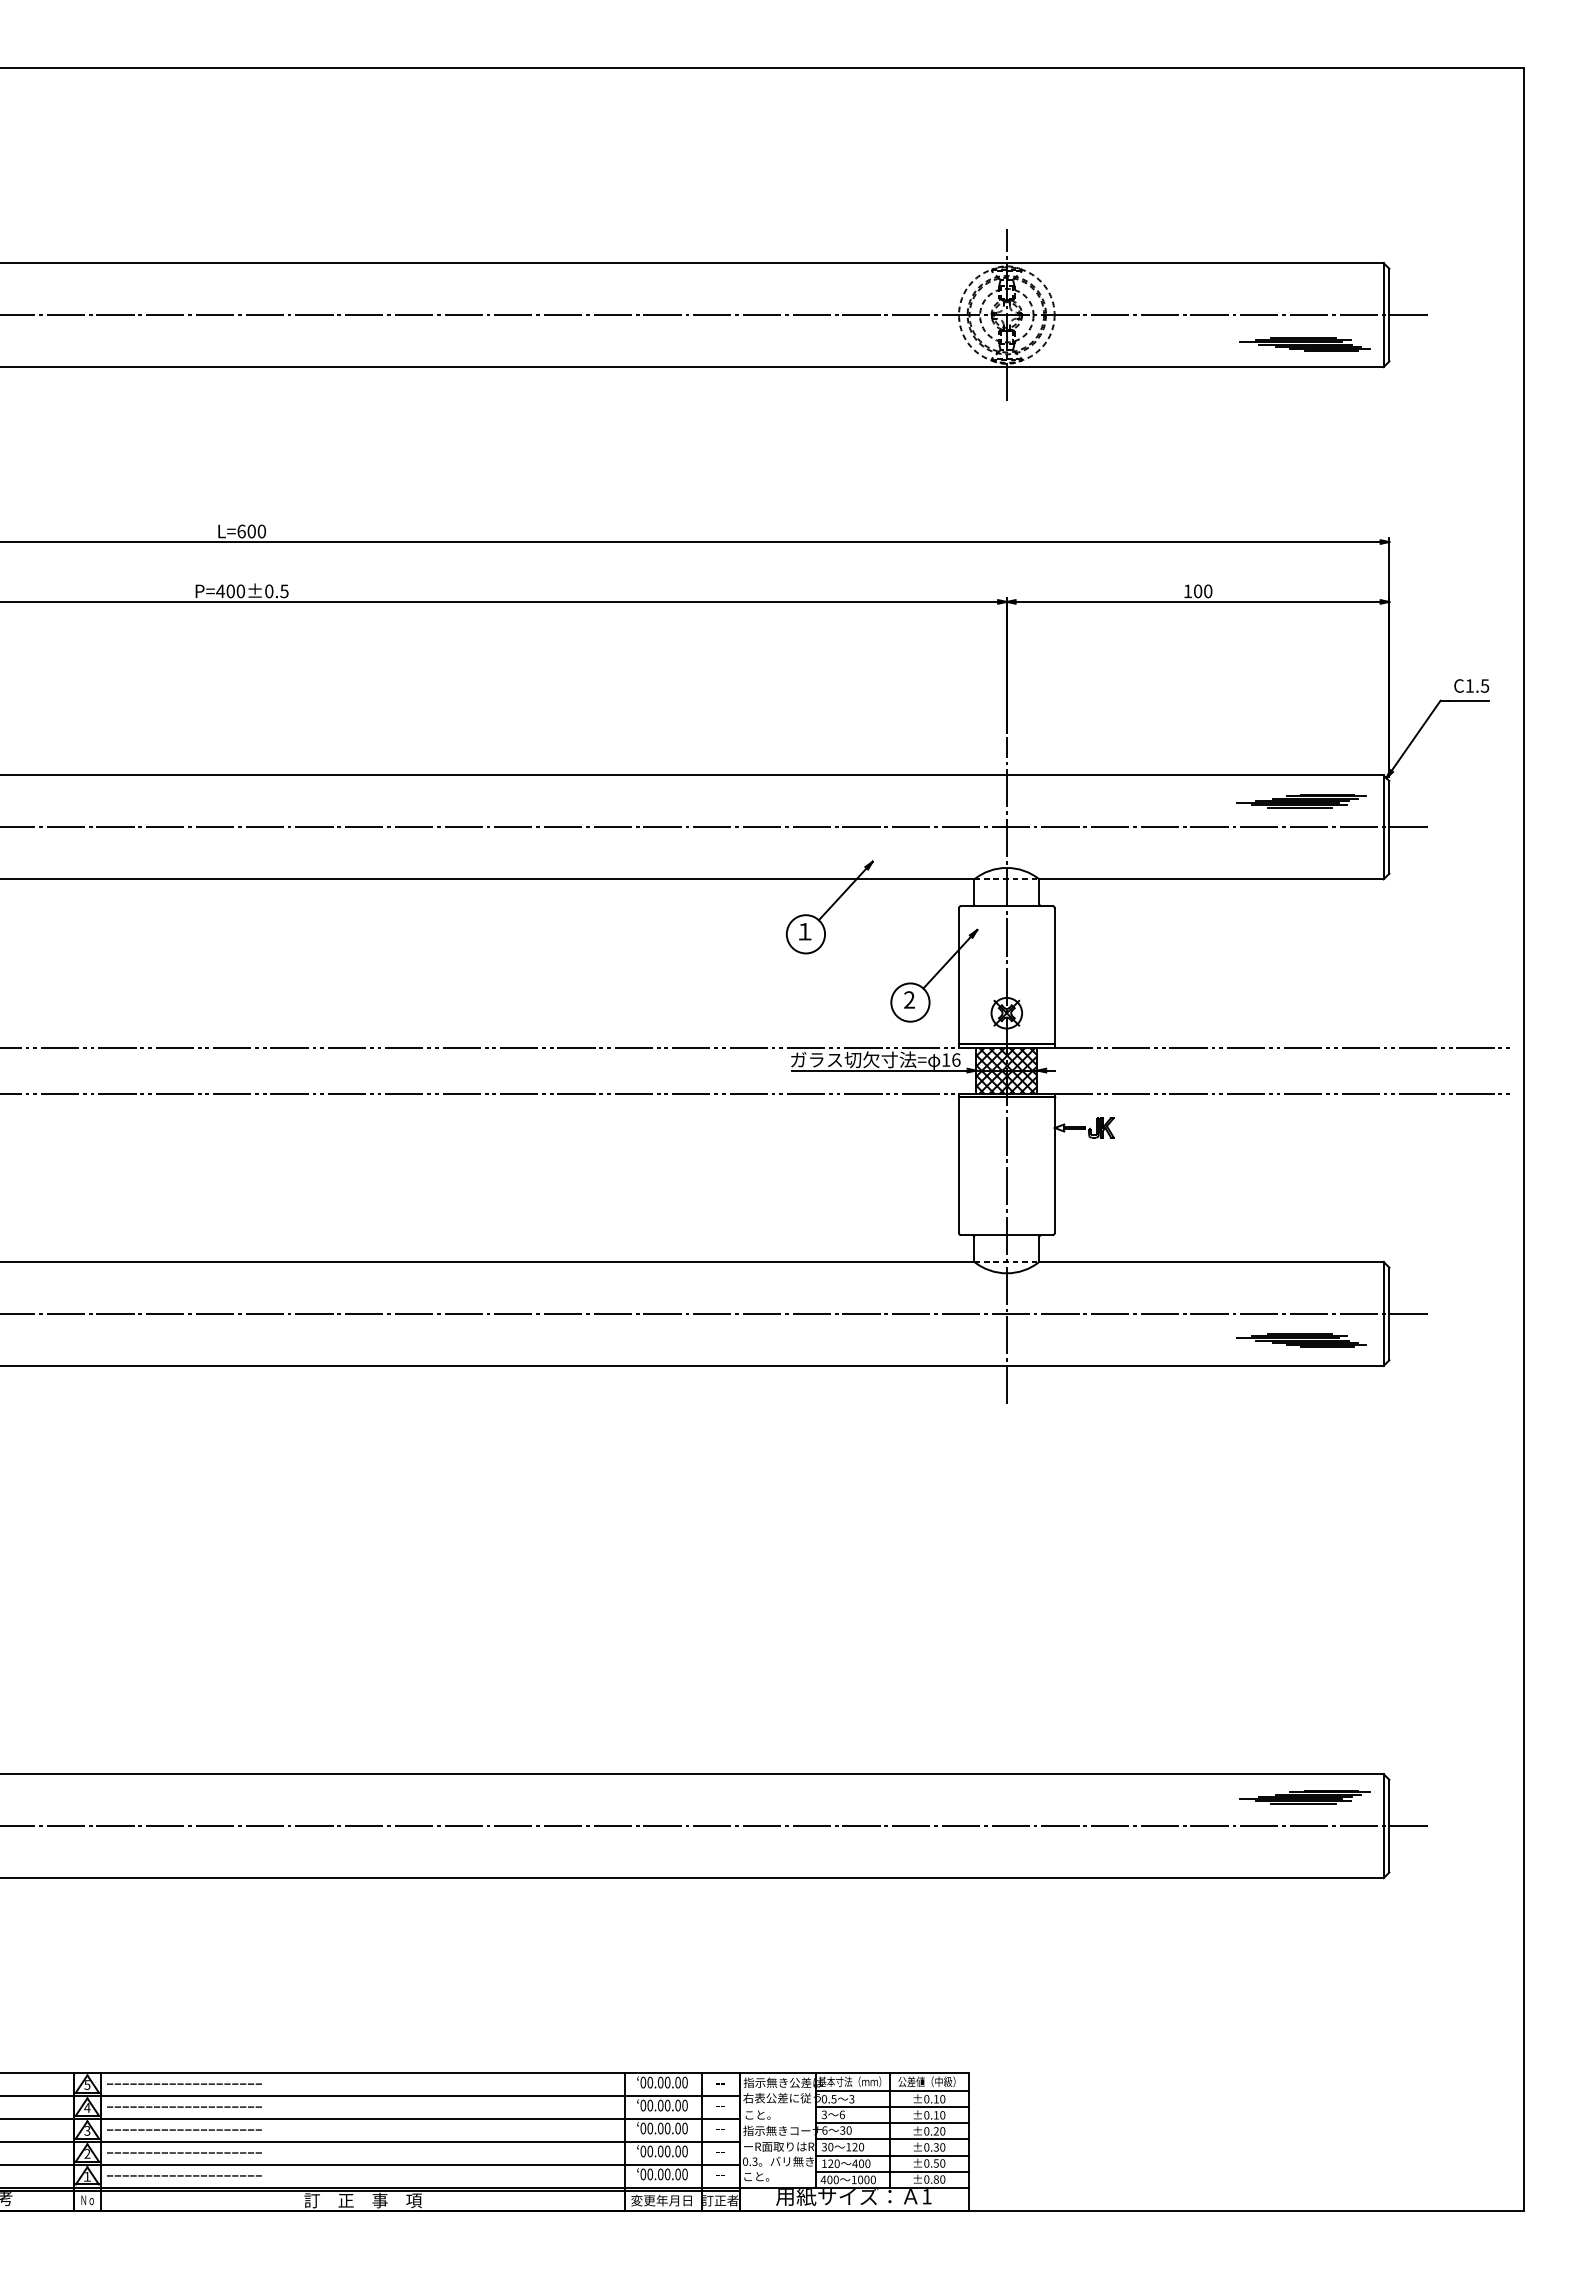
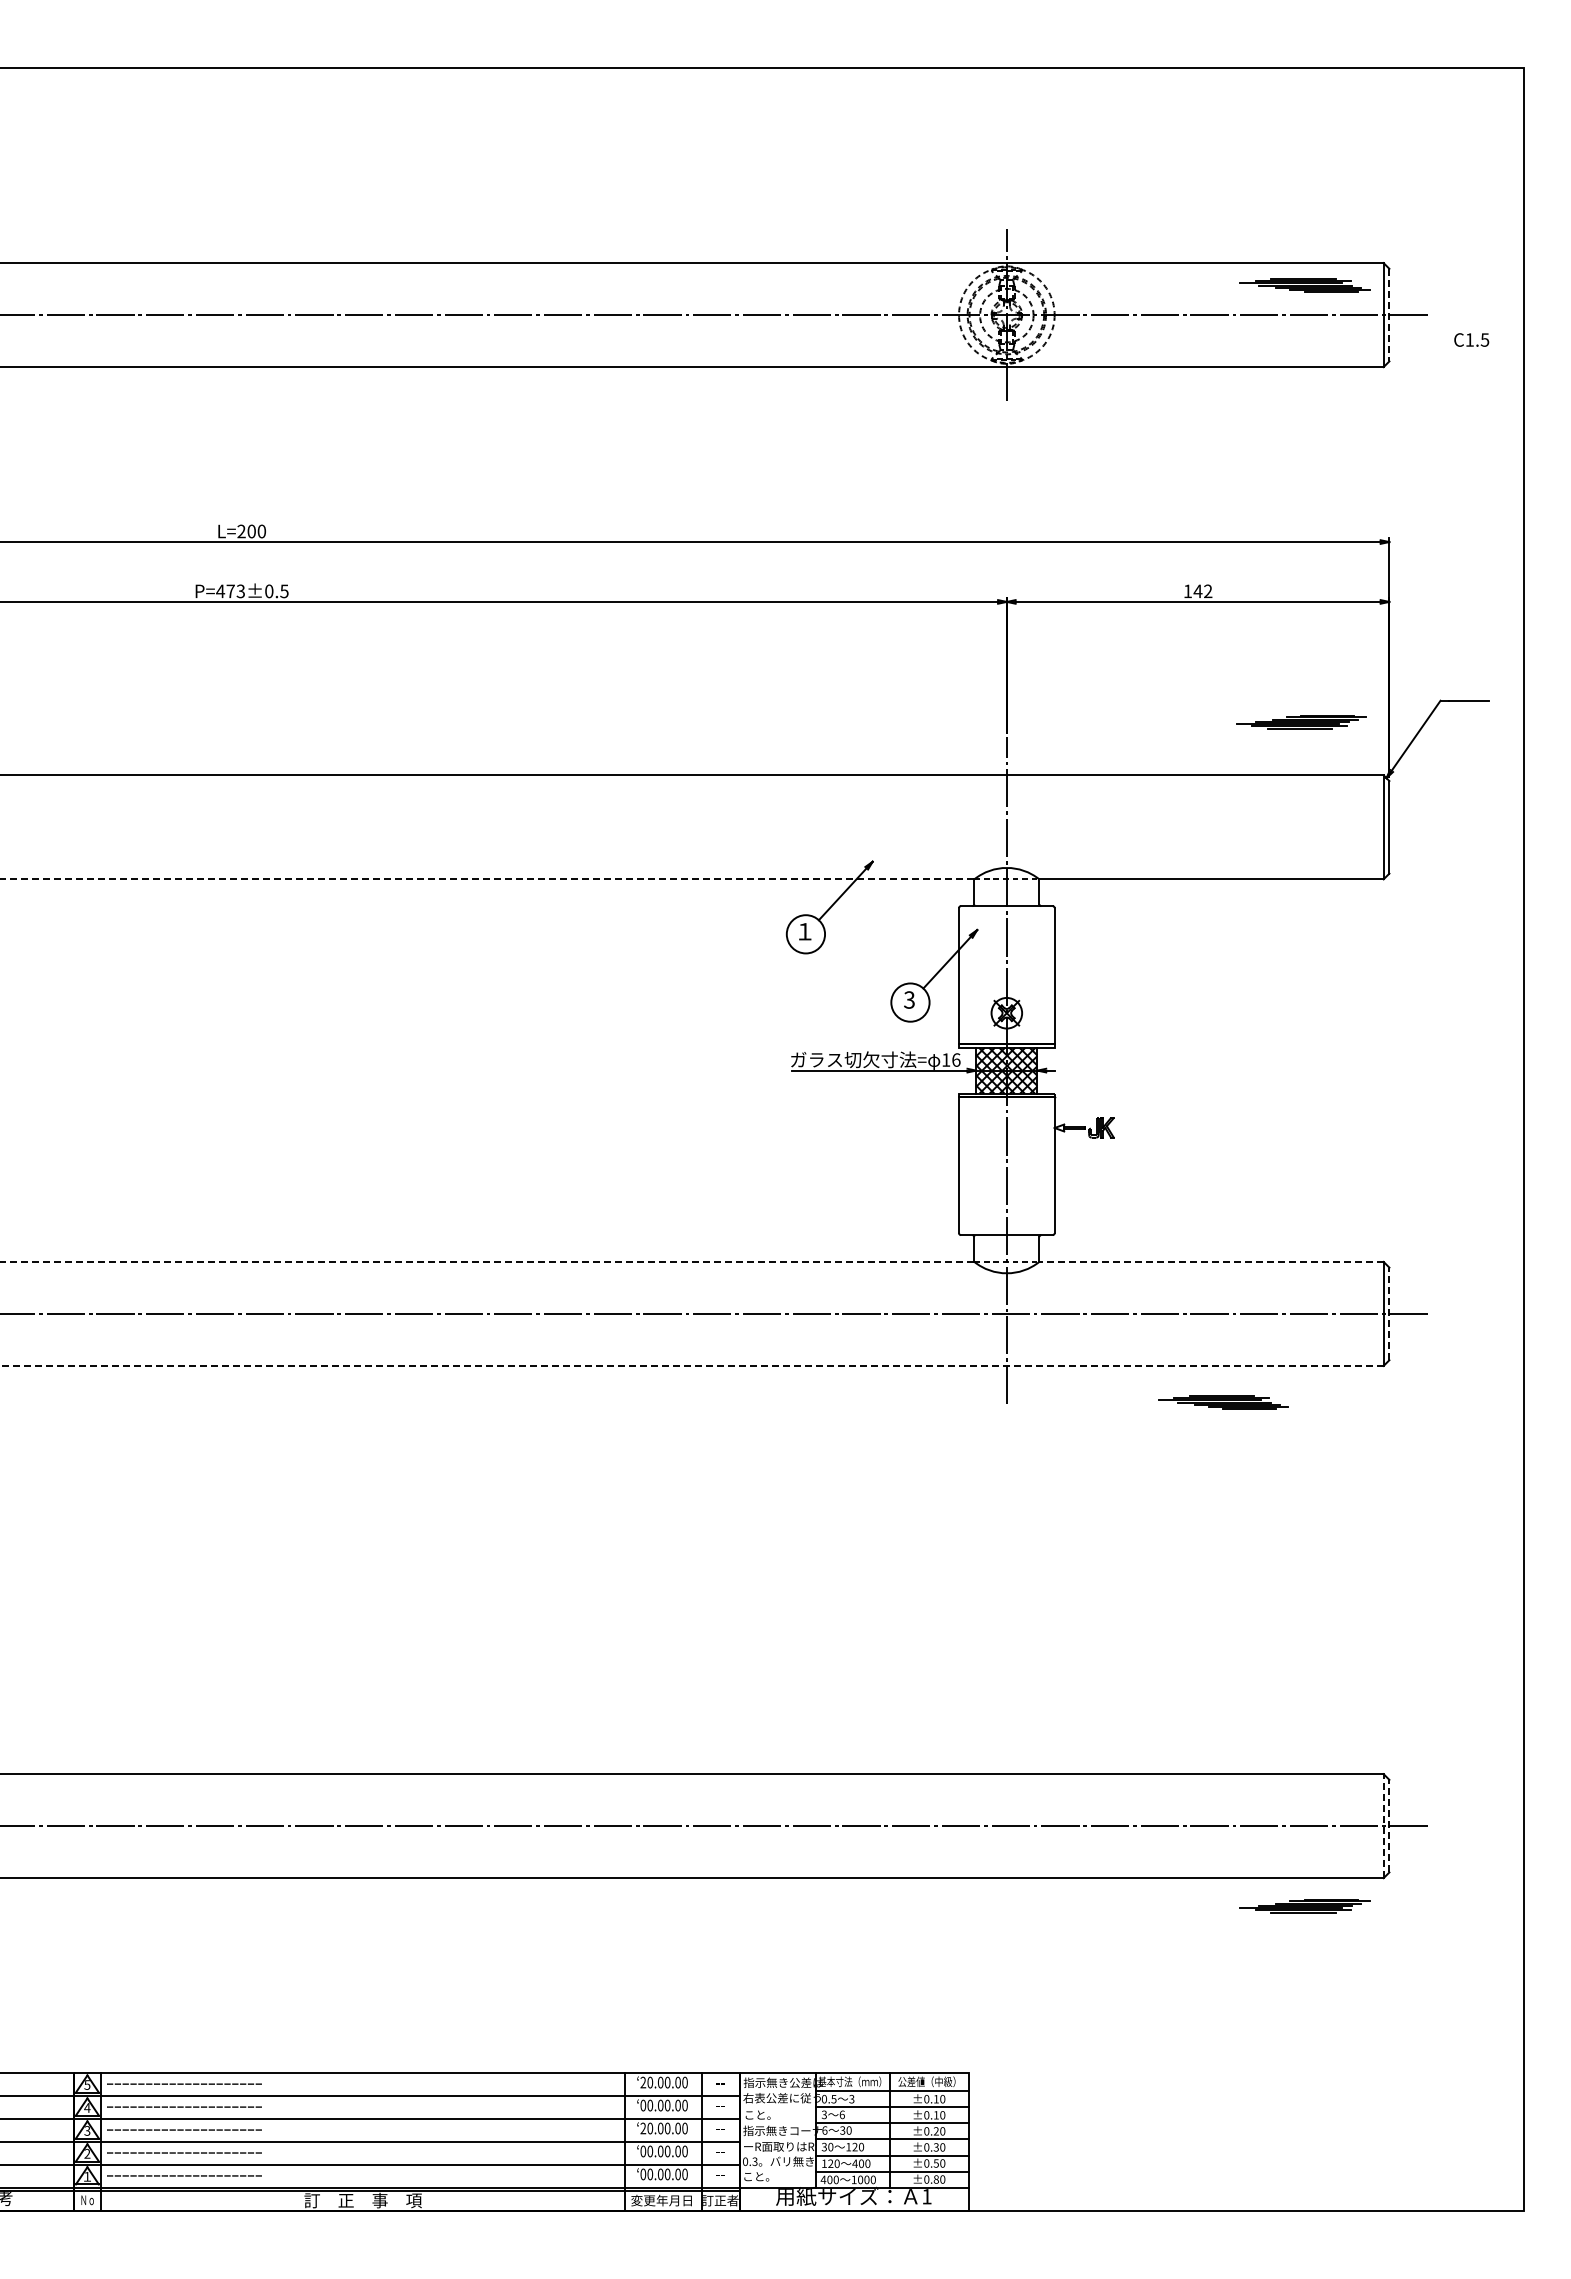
line at (1389, 315): solid -> dashed
part at (1304, 344) position: (1304, 344) -> (1304, 285)
text at (241, 531): L=600 -> L=200
text at (235, 591): P=400±0.5 -> P=473±0.5
text at (1202, 591): 100 -> 142
text at (1471, 685) position: (1471, 685) -> (1471, 339)
part at (1301, 801) position: (1301, 801) -> (1301, 722)
line at (714, 827): present -> none
line at (487, 879): solid -> dashed
text at (909, 999): 2 -> 3
line at (480, 1047): present -> none
line at (1283, 1047): present -> none
line at (480, 1093): present -> none
line at (1283, 1093): present -> none
line at (487, 1261): solid -> dashed
line at (1211, 1261): solid -> dashed
line at (1389, 1313): solid -> dashed
part at (1301, 1340) position: (1301, 1340) -> (1223, 1402)
line at (691, 1365): solid -> dashed
part at (1304, 1797) position: (1304, 1797) -> (1304, 1906)
line at (1383, 1825): solid -> dashed
line at (1389, 1825): solid -> dashed
text at (643, 2082): 00.00.00 -> 20.00.00
text at (643, 2128): 00.00.00 -> 20.00.00
